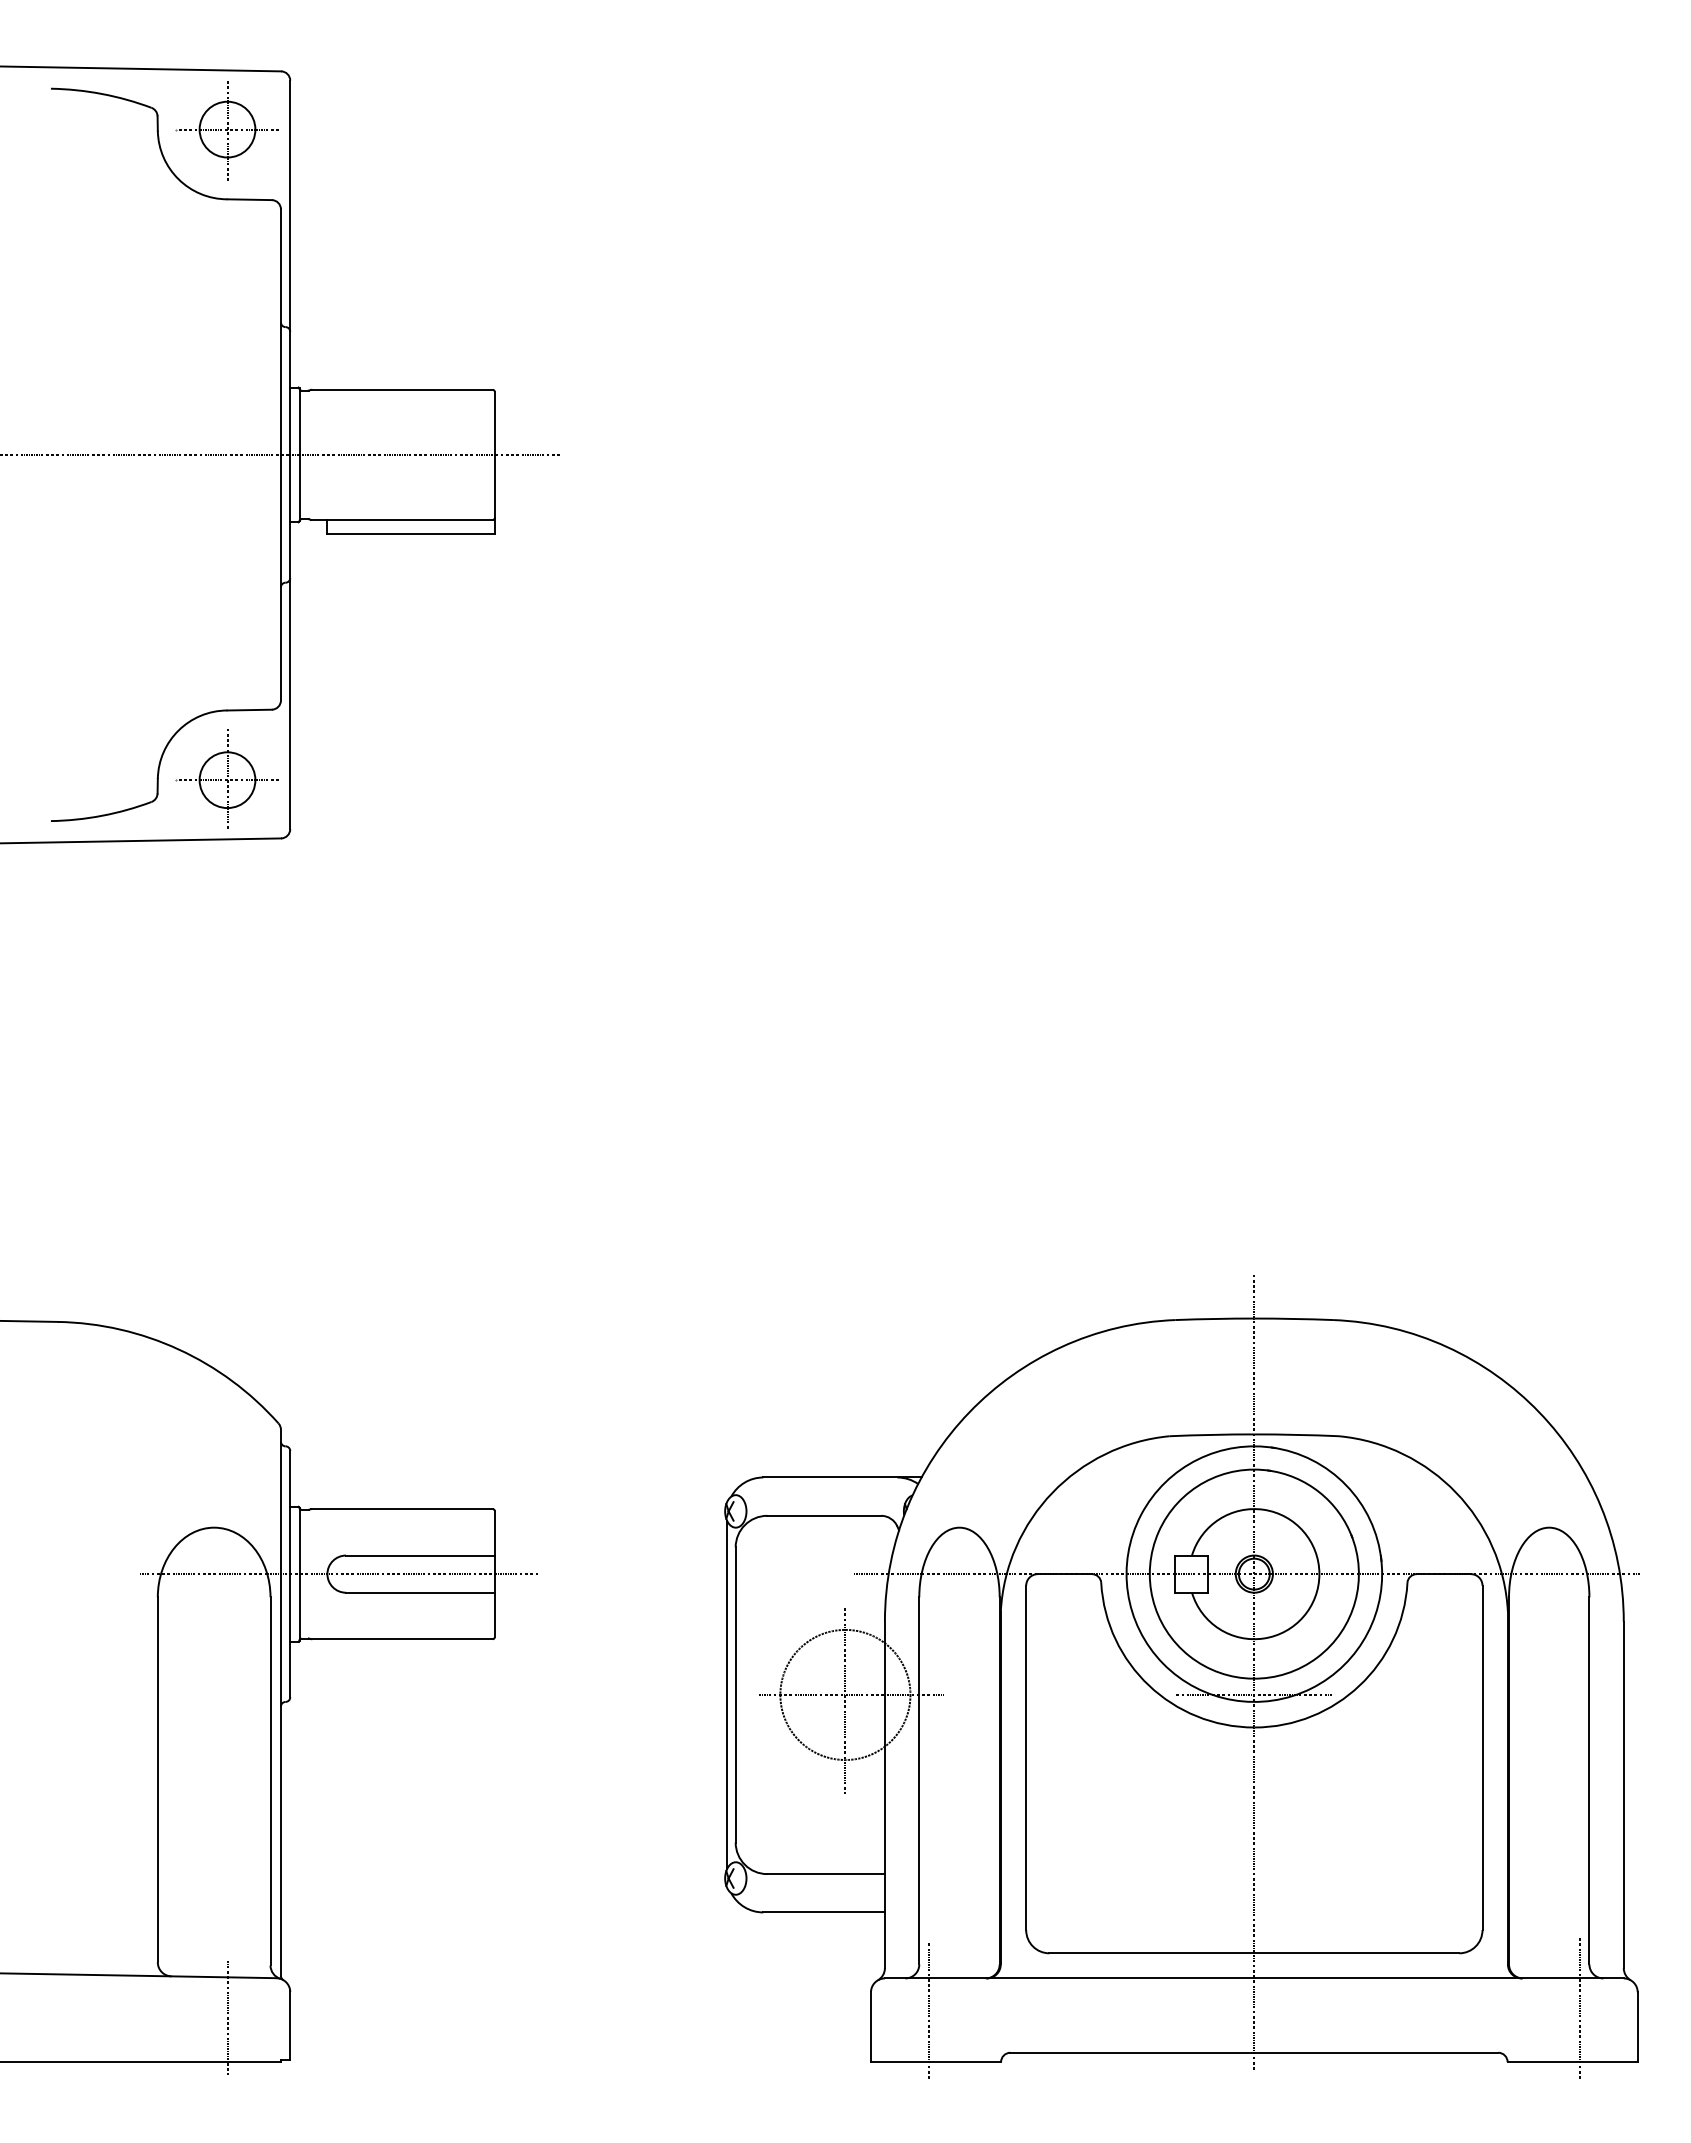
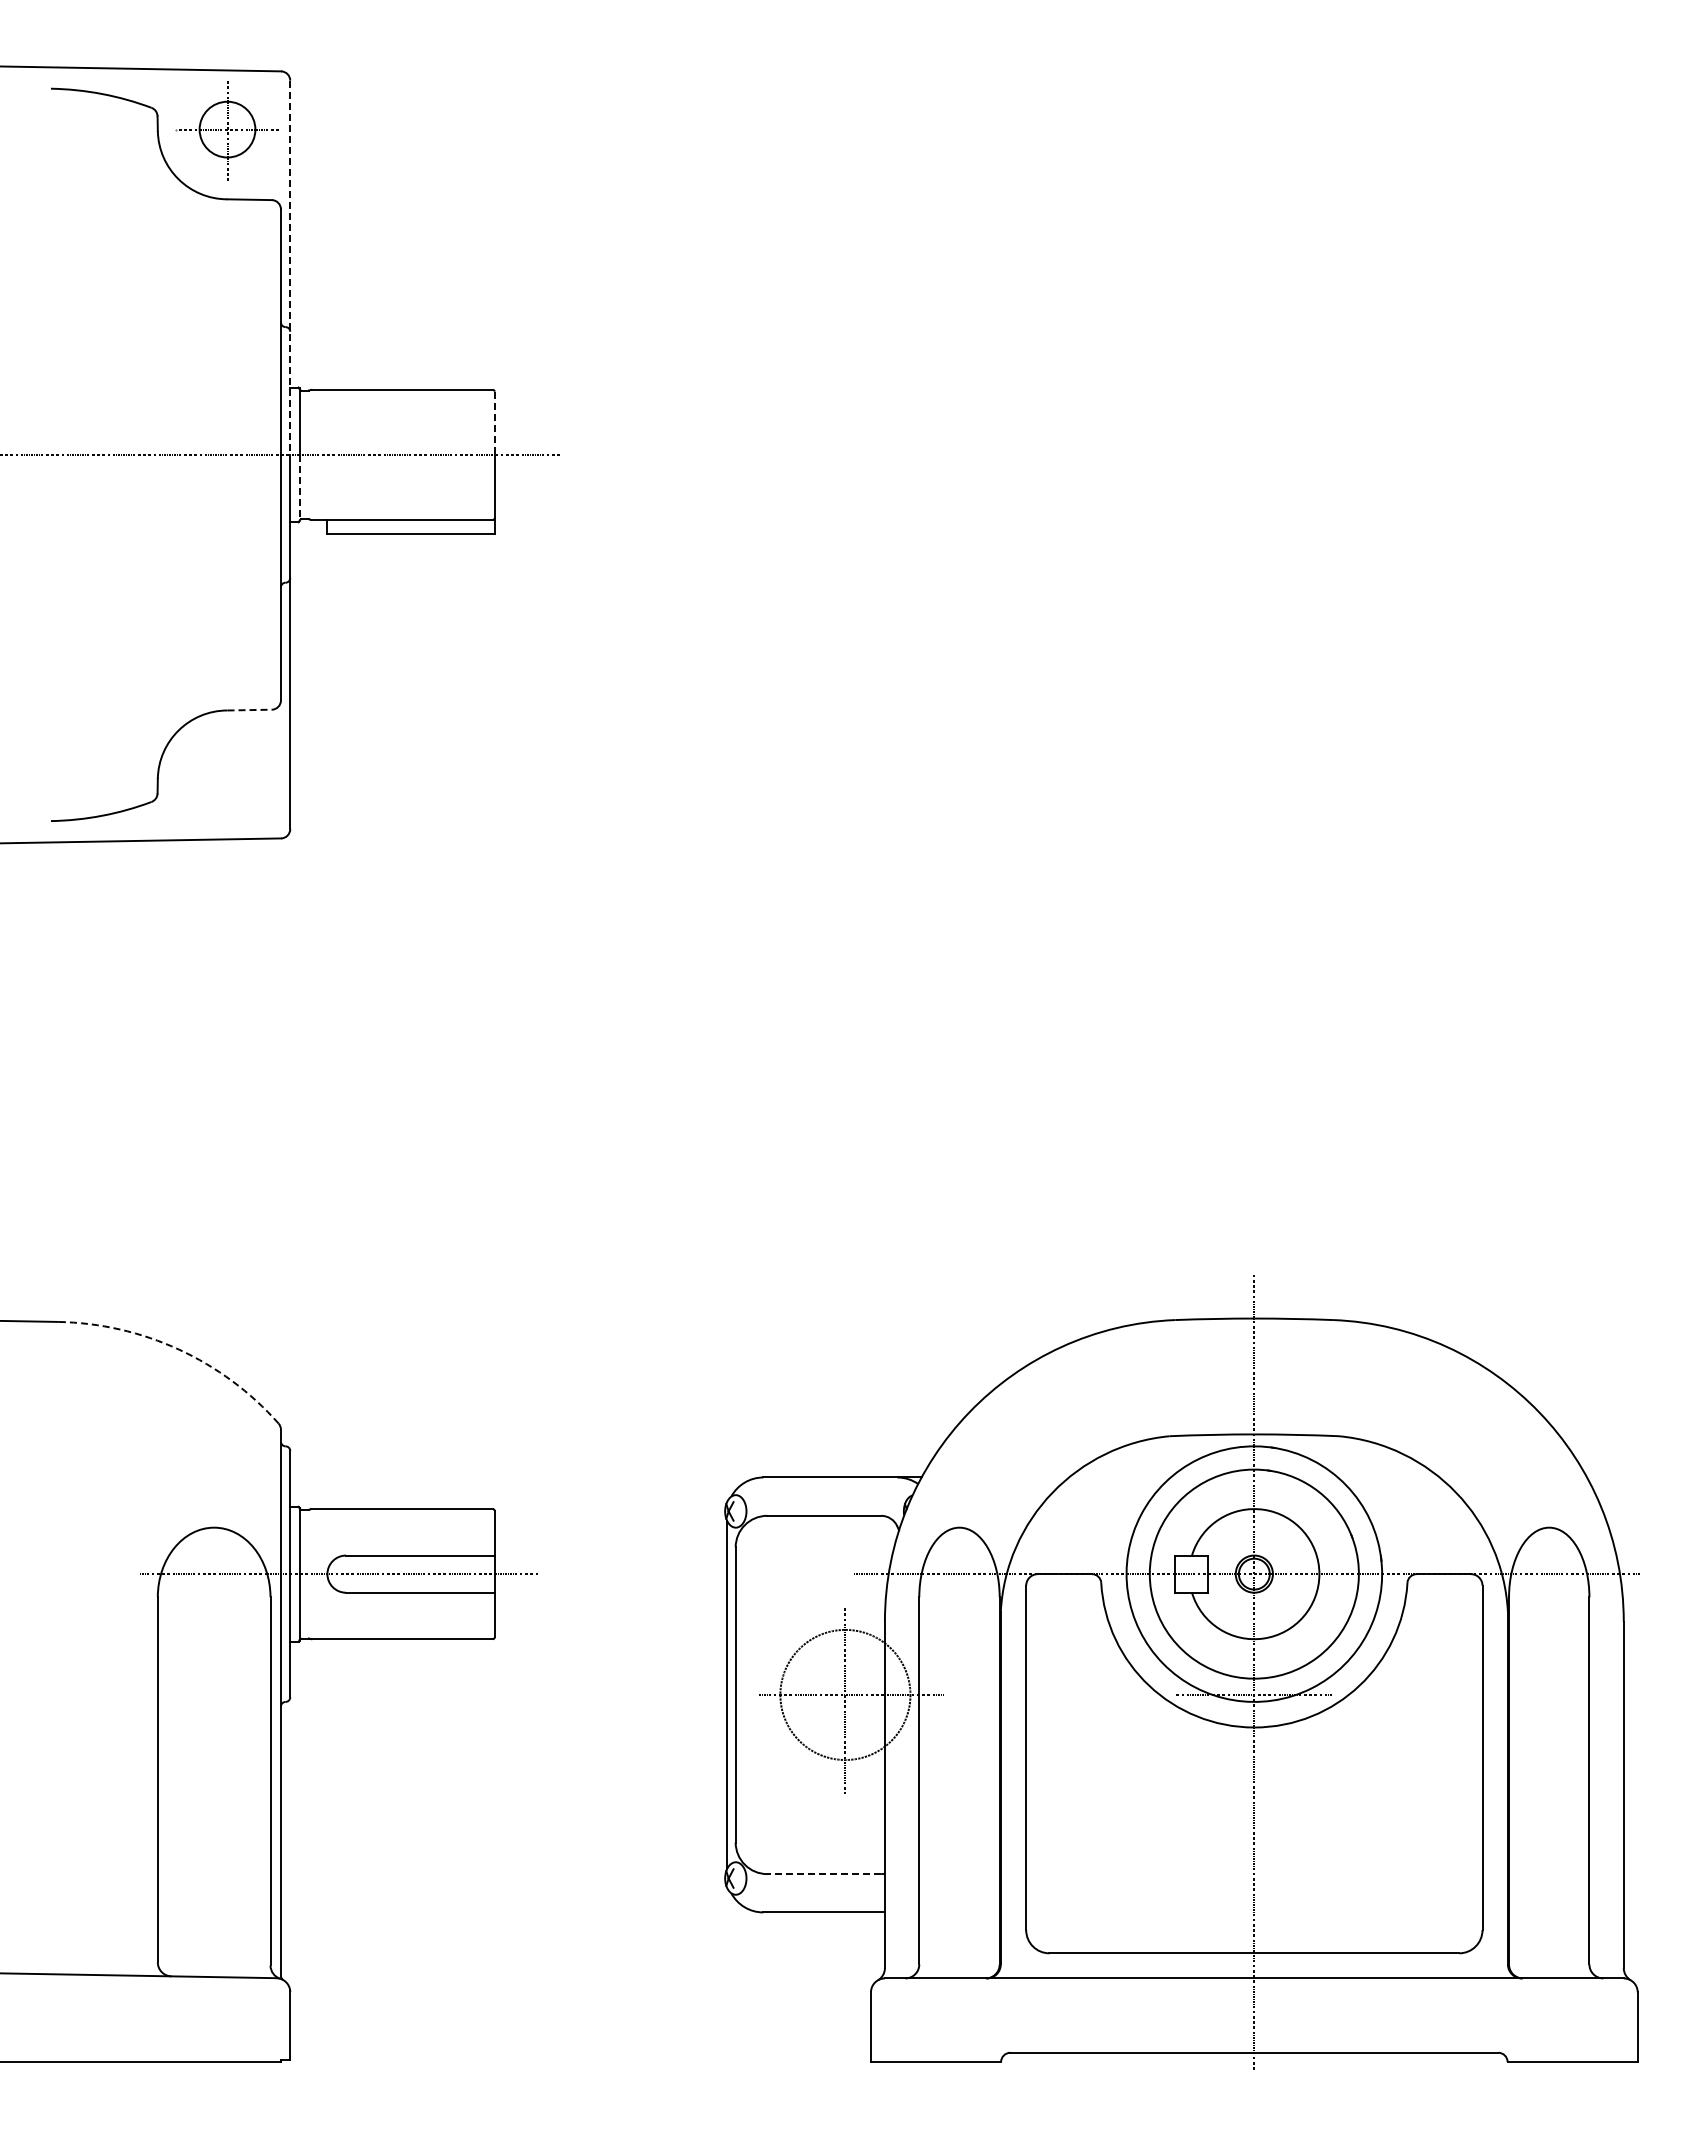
line at (290, 268): solid -> dashed
line at (494, 423): solid -> dashed
line at (299, 488): solid -> dashed
line at (250, 710): solid -> dashed
part at (226, 778): present -> none
arc at (178, 1349): solid -> dashed
line at (824, 1874): solid -> dashed
line at (1579, 2008): present -> none
line at (929, 2009): present -> none
line at (227, 2017): present -> none
